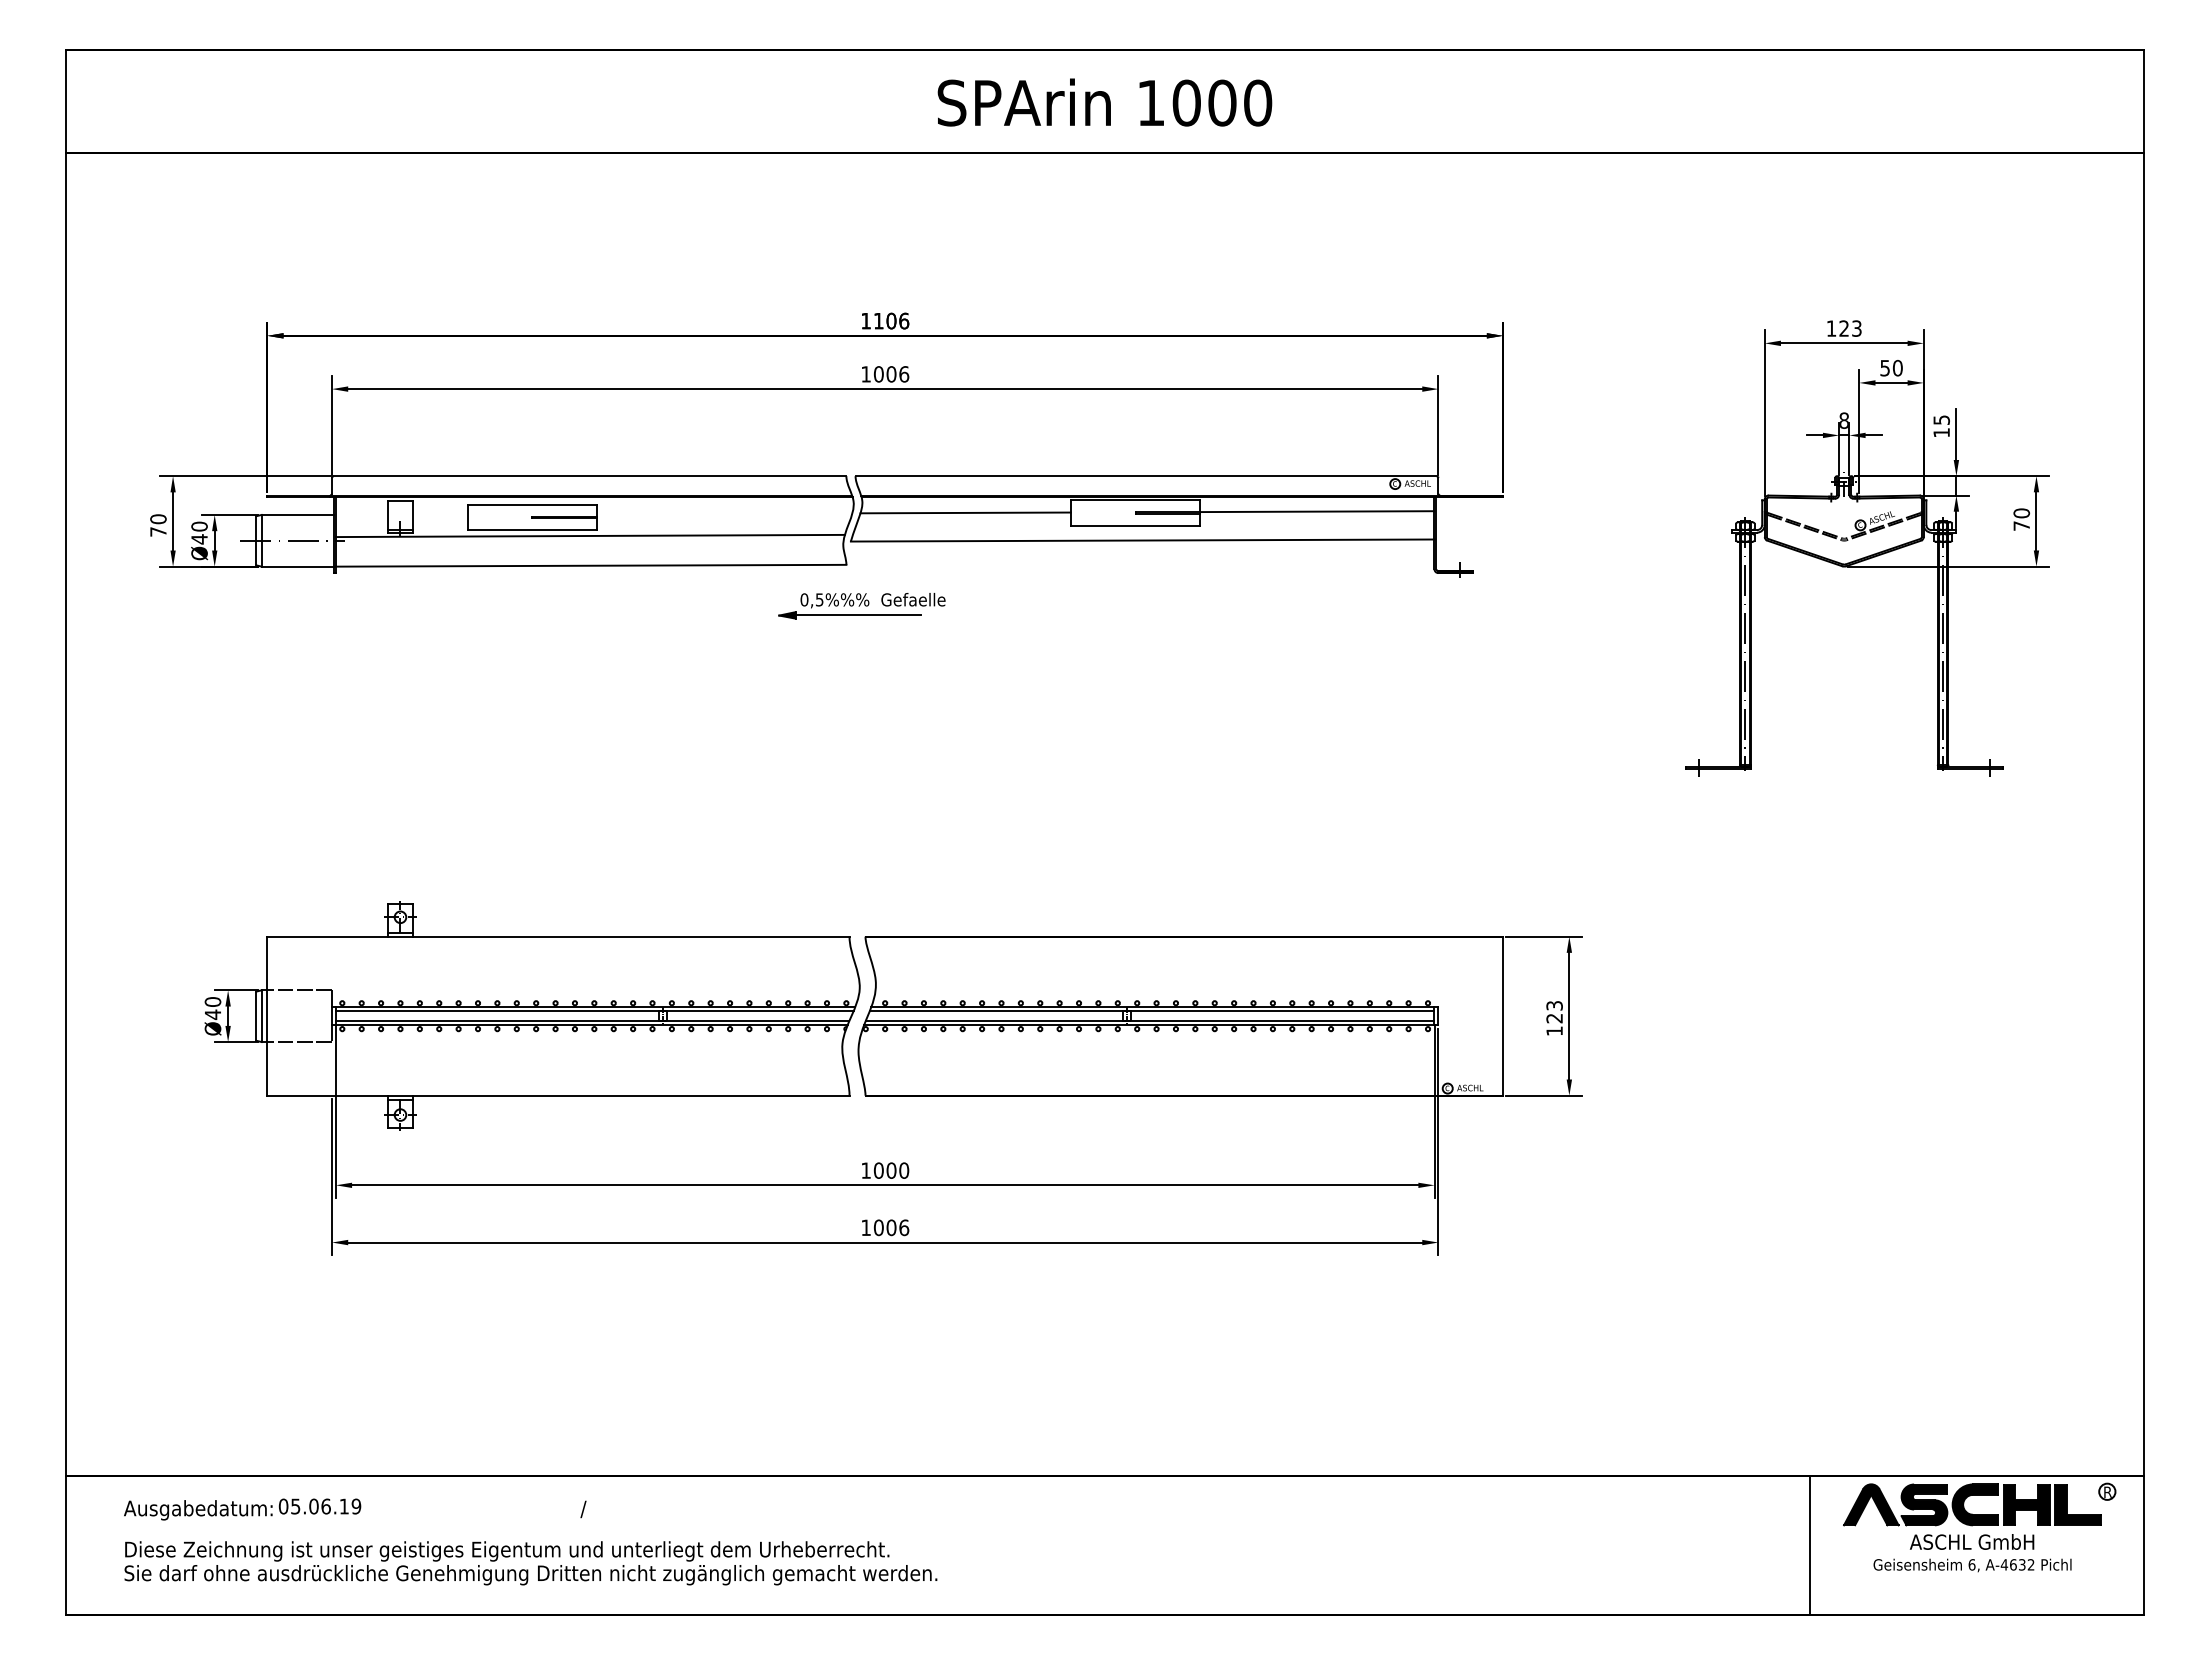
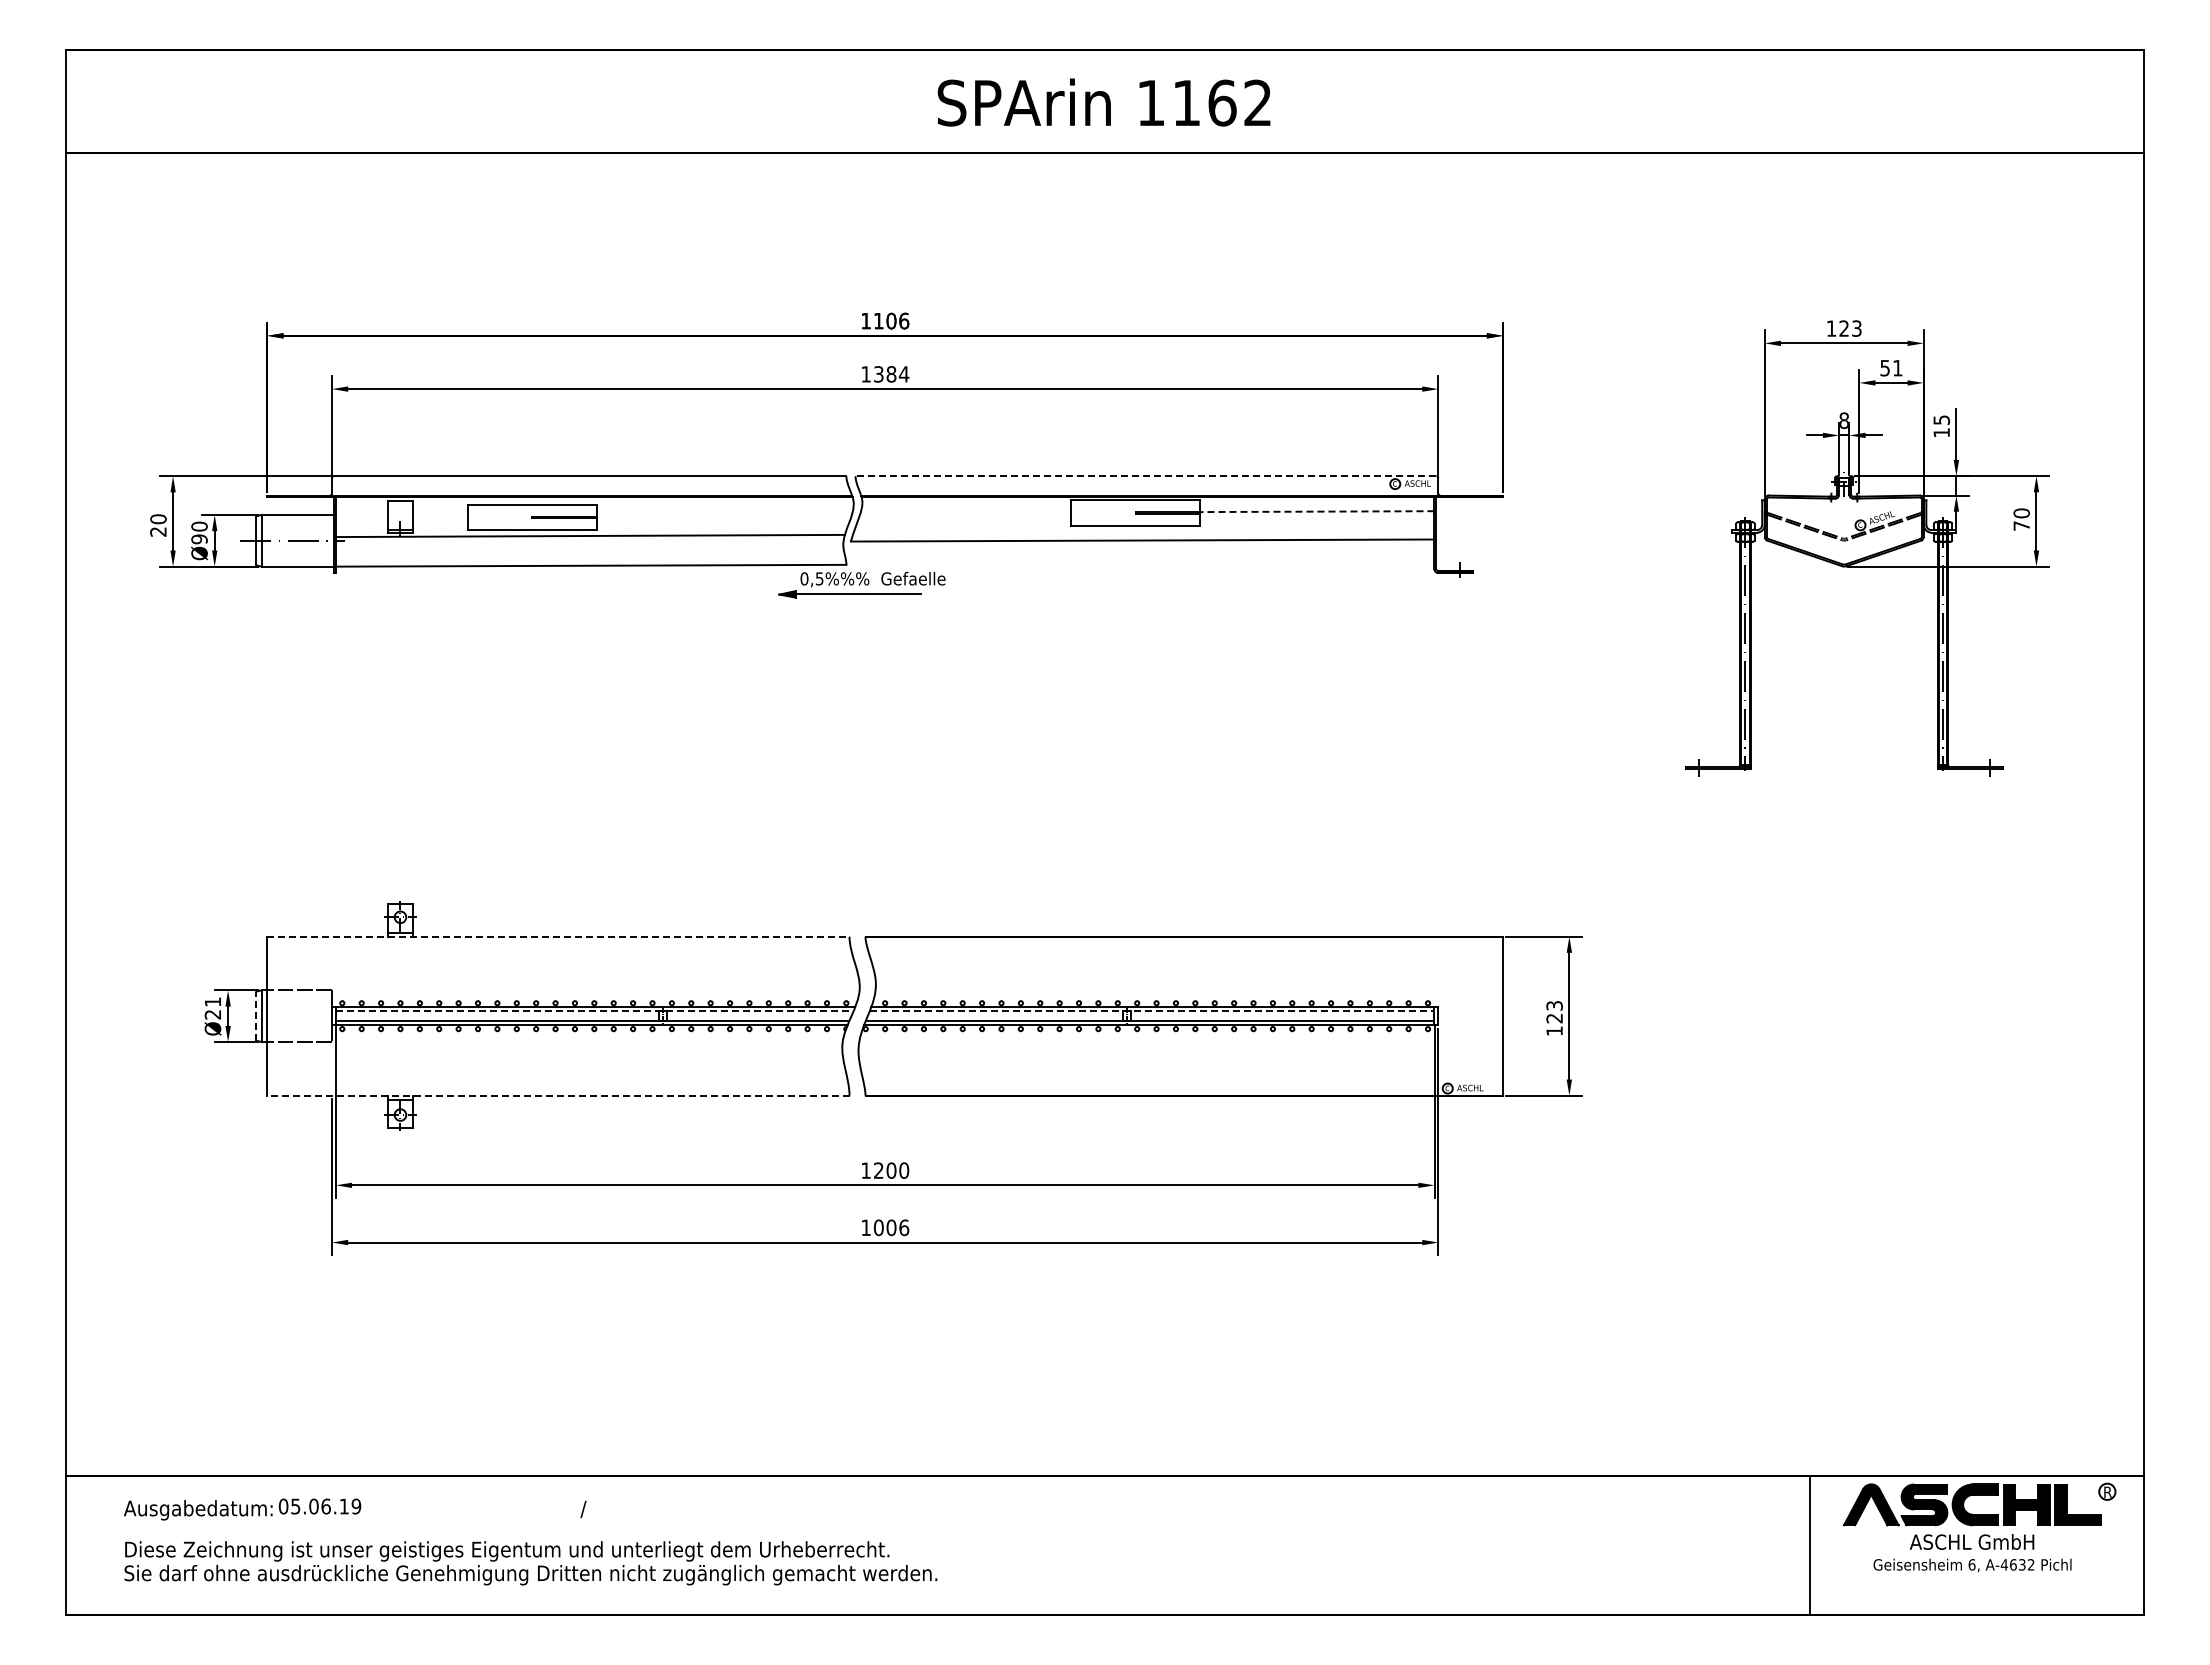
text at (1222, 102): 1000 -> 1162
text at (1897, 367): 50 -> 51
text at (891, 374): 1006 -> 1384
line at (1145, 476): solid -> dashed
line at (1316, 511): solid -> dashed
line at (965, 512): present -> none
text at (158, 531): 70 -> 20
text at (199, 539): Ø40 -> Ø90
part at (861, 606) position: (861, 606) -> (861, 585)
line at (558, 936): solid -> dashed
text at (212, 1008): Ø40 -> Ø21
line at (594, 1011): solid -> dashed
line at (1152, 1011): solid -> dashed
line at (256, 1016): solid -> dashed
line at (557, 1095): solid -> dashed
text at (878, 1170): 1000 -> 1200
